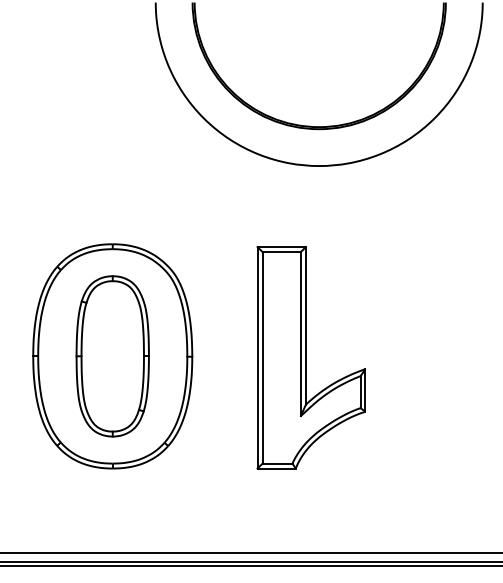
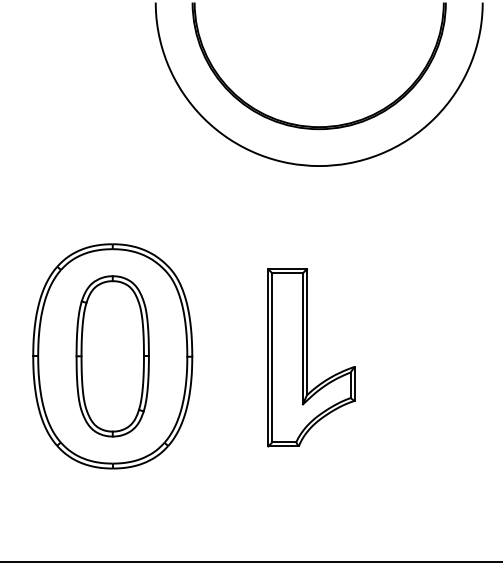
part at (310, 357) size: 110x224 px -> 89x180 px
line at (250, 552): present -> none
line at (250, 565): present -> none
